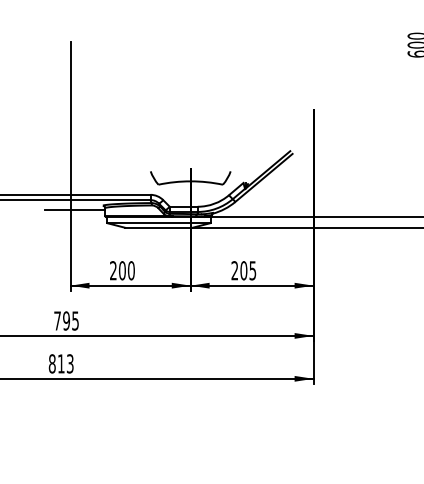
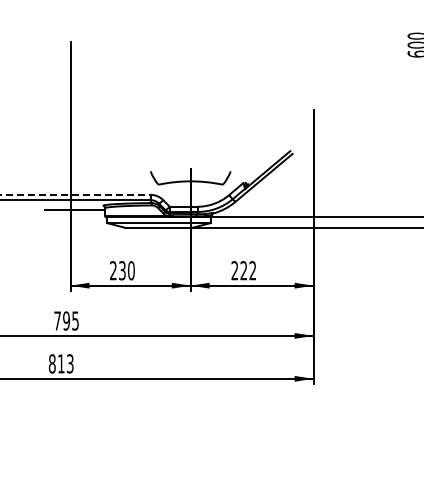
line at (75, 194): solid -> dashed
text at (122, 270): 200 -> 230
text at (248, 270): 205 -> 222
